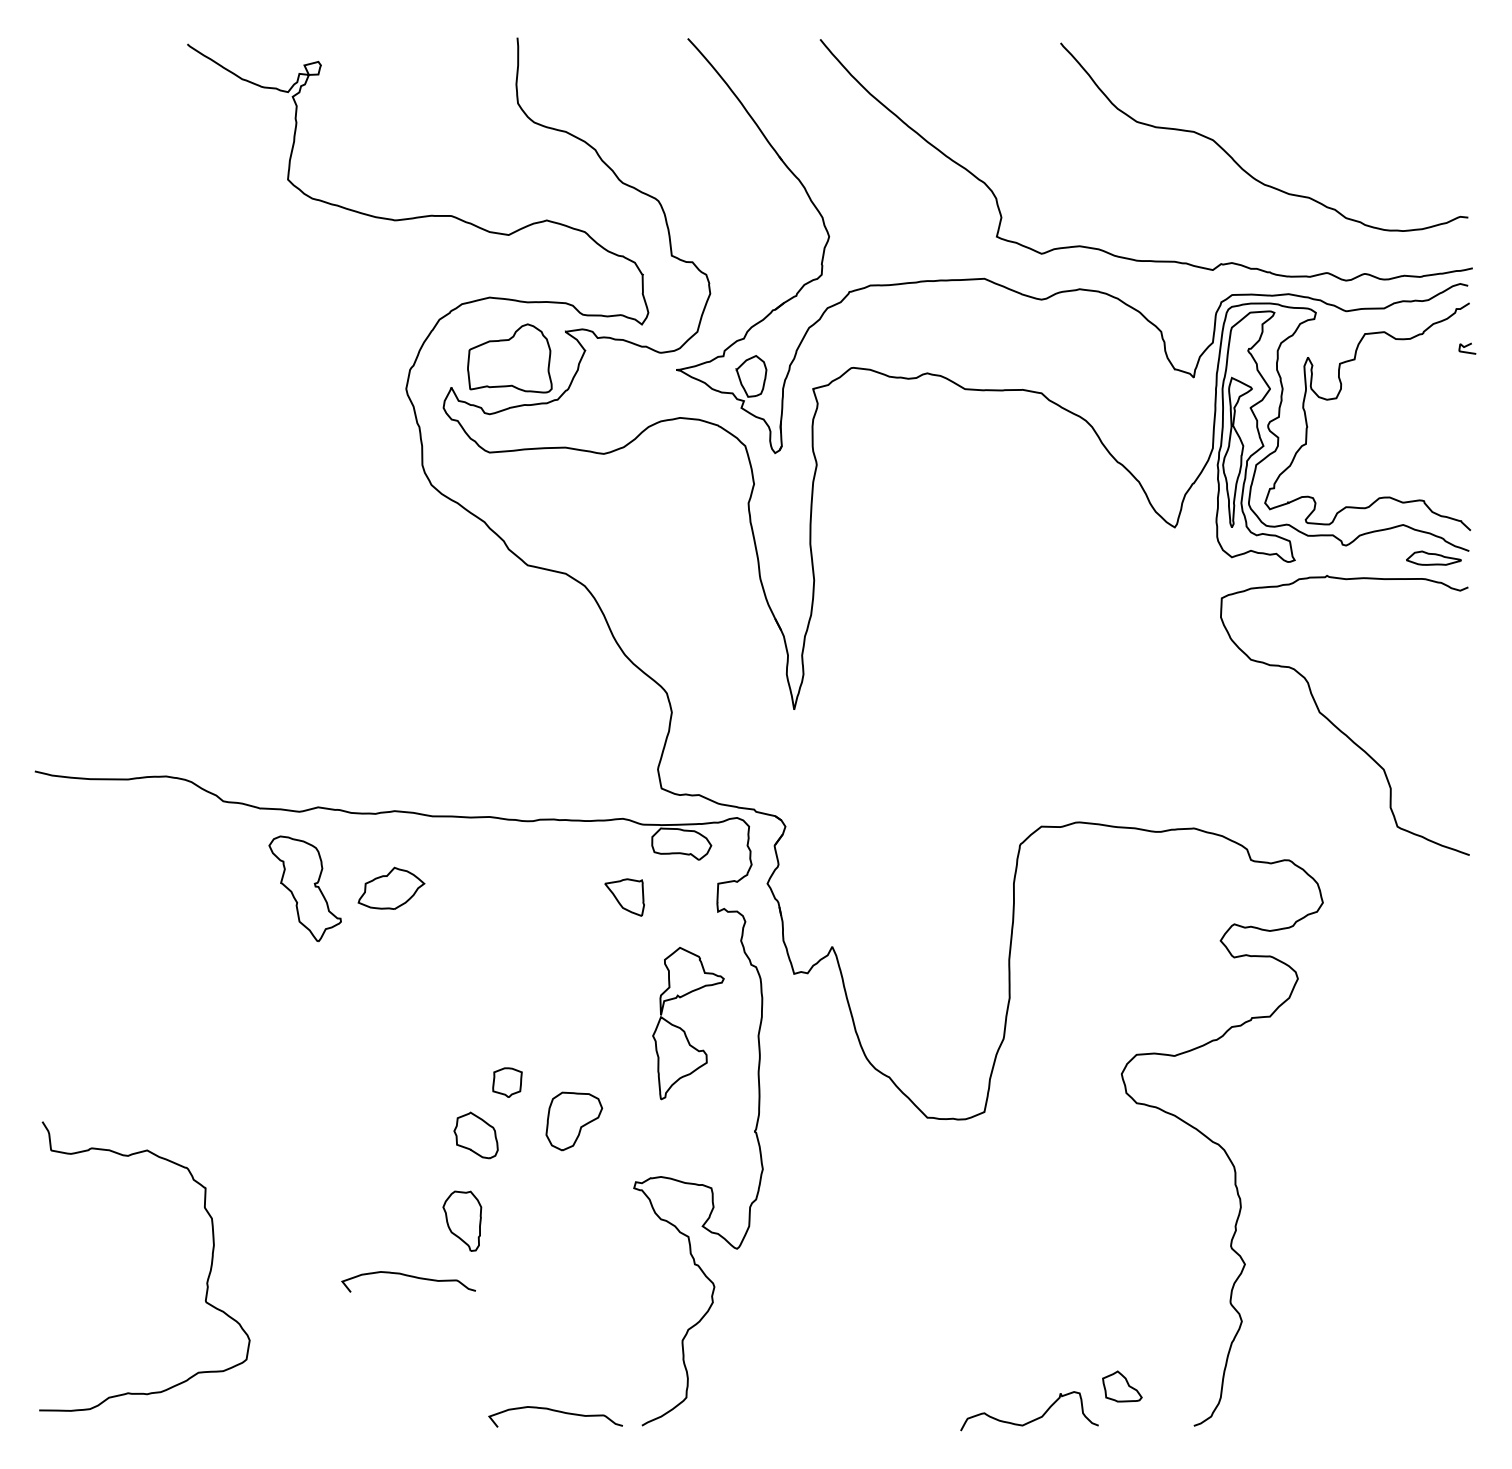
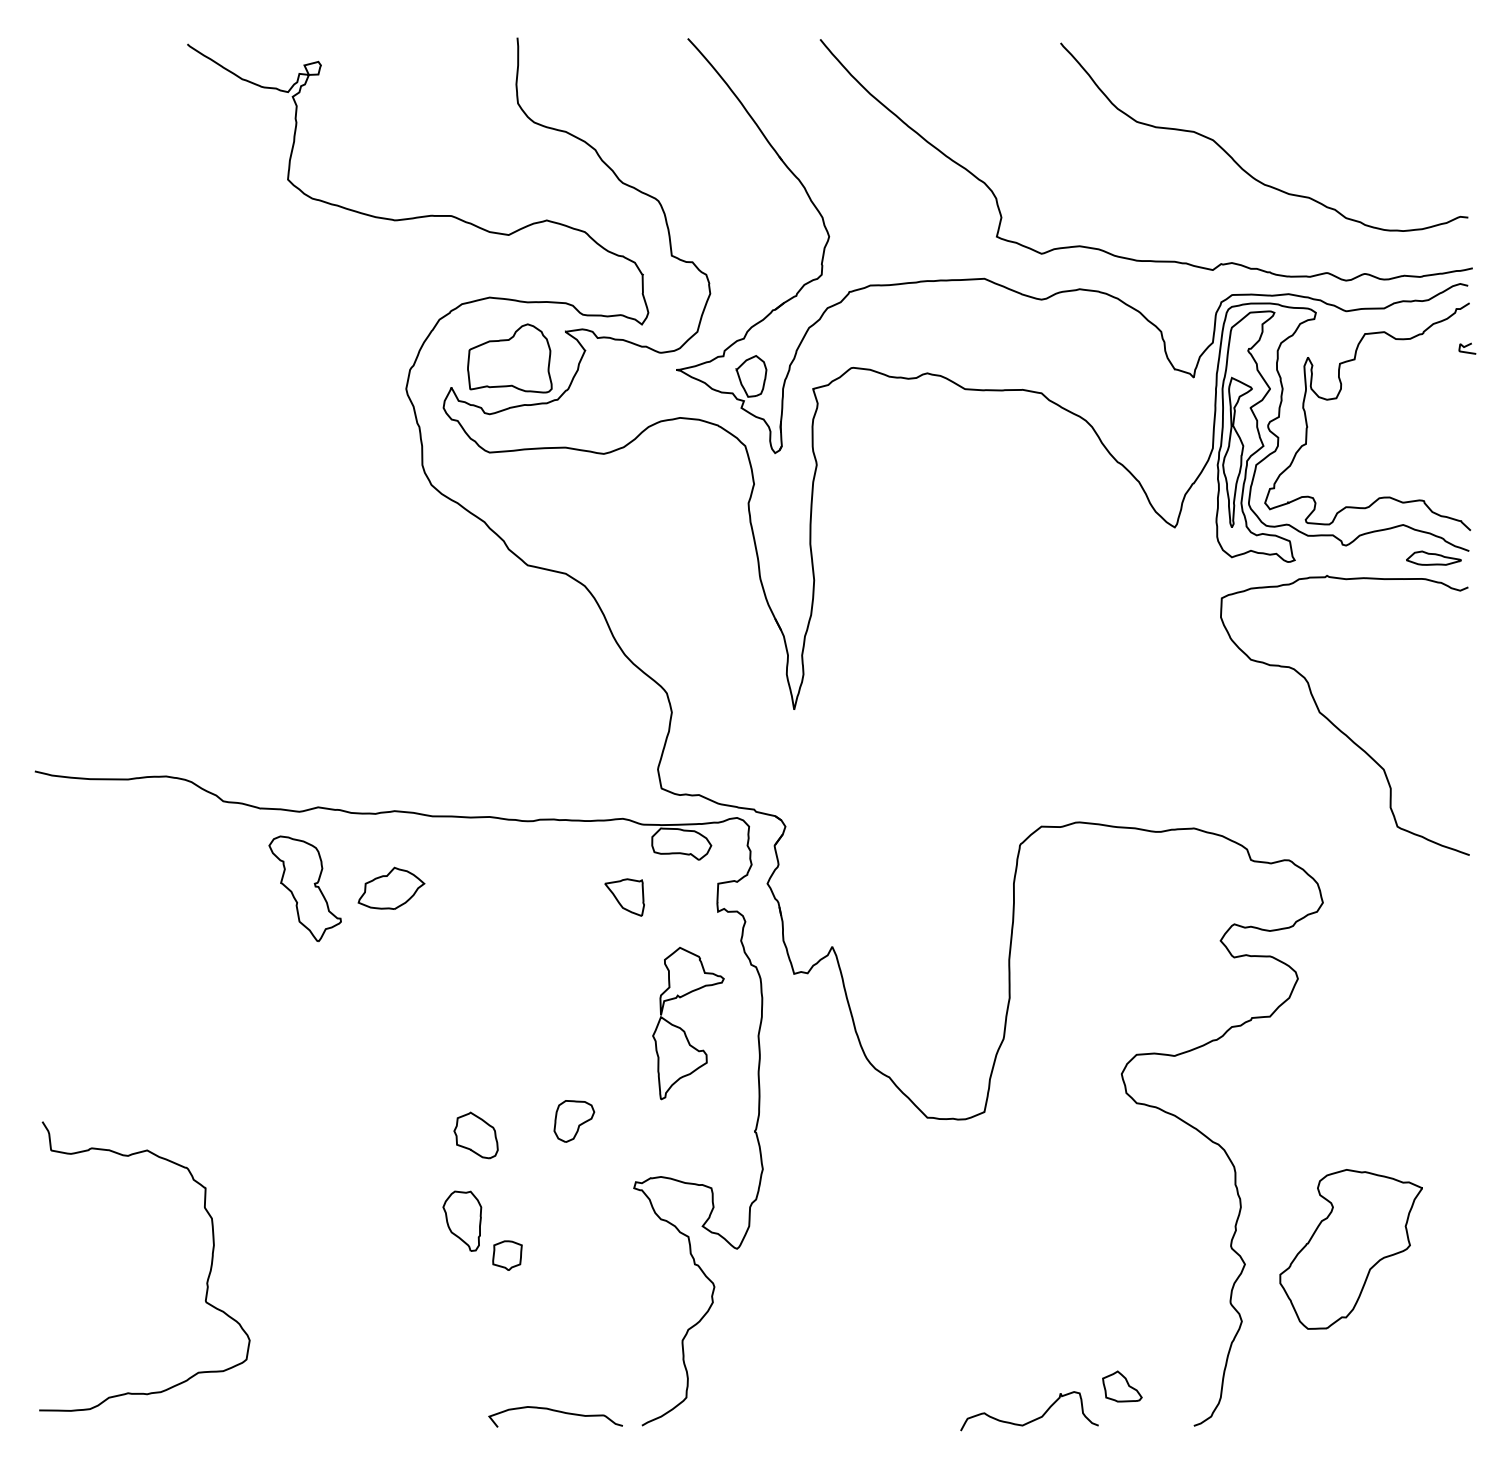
part at (507, 1082) position: (507, 1082) -> (507, 1255)
part at (574, 1121) size: 59x61 px -> 43x43 px
part at (1350, 1249): none -> present
curve at (410, 1277): present -> none
